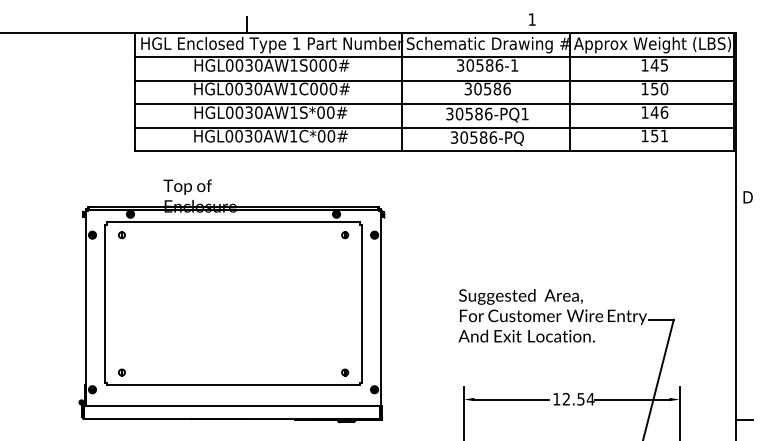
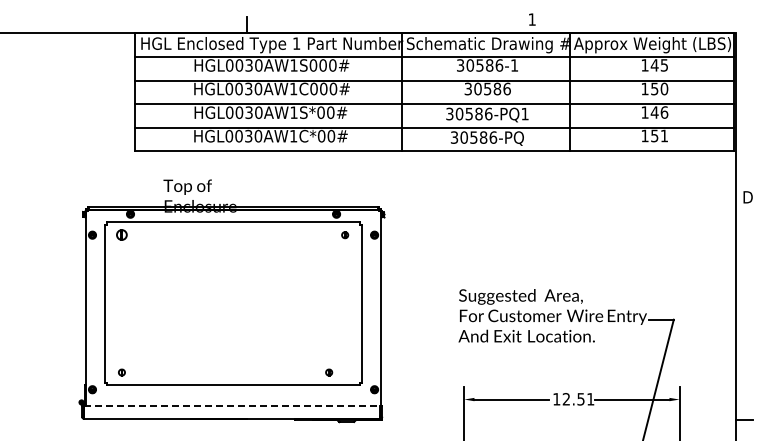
part at (121, 235) size: 8x9 px -> 12x12 px
part at (345, 372) position: (345, 372) -> (329, 372)
text at (590, 399): 12.54 -> 12.51
line at (232, 405): solid -> dashed
